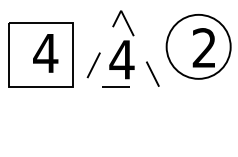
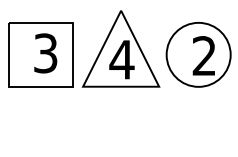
part at (198, 46) position: (198, 46) -> (198, 54)
text at (45, 53): 4 -> 3
line at (120, 86): dashed -> solid
